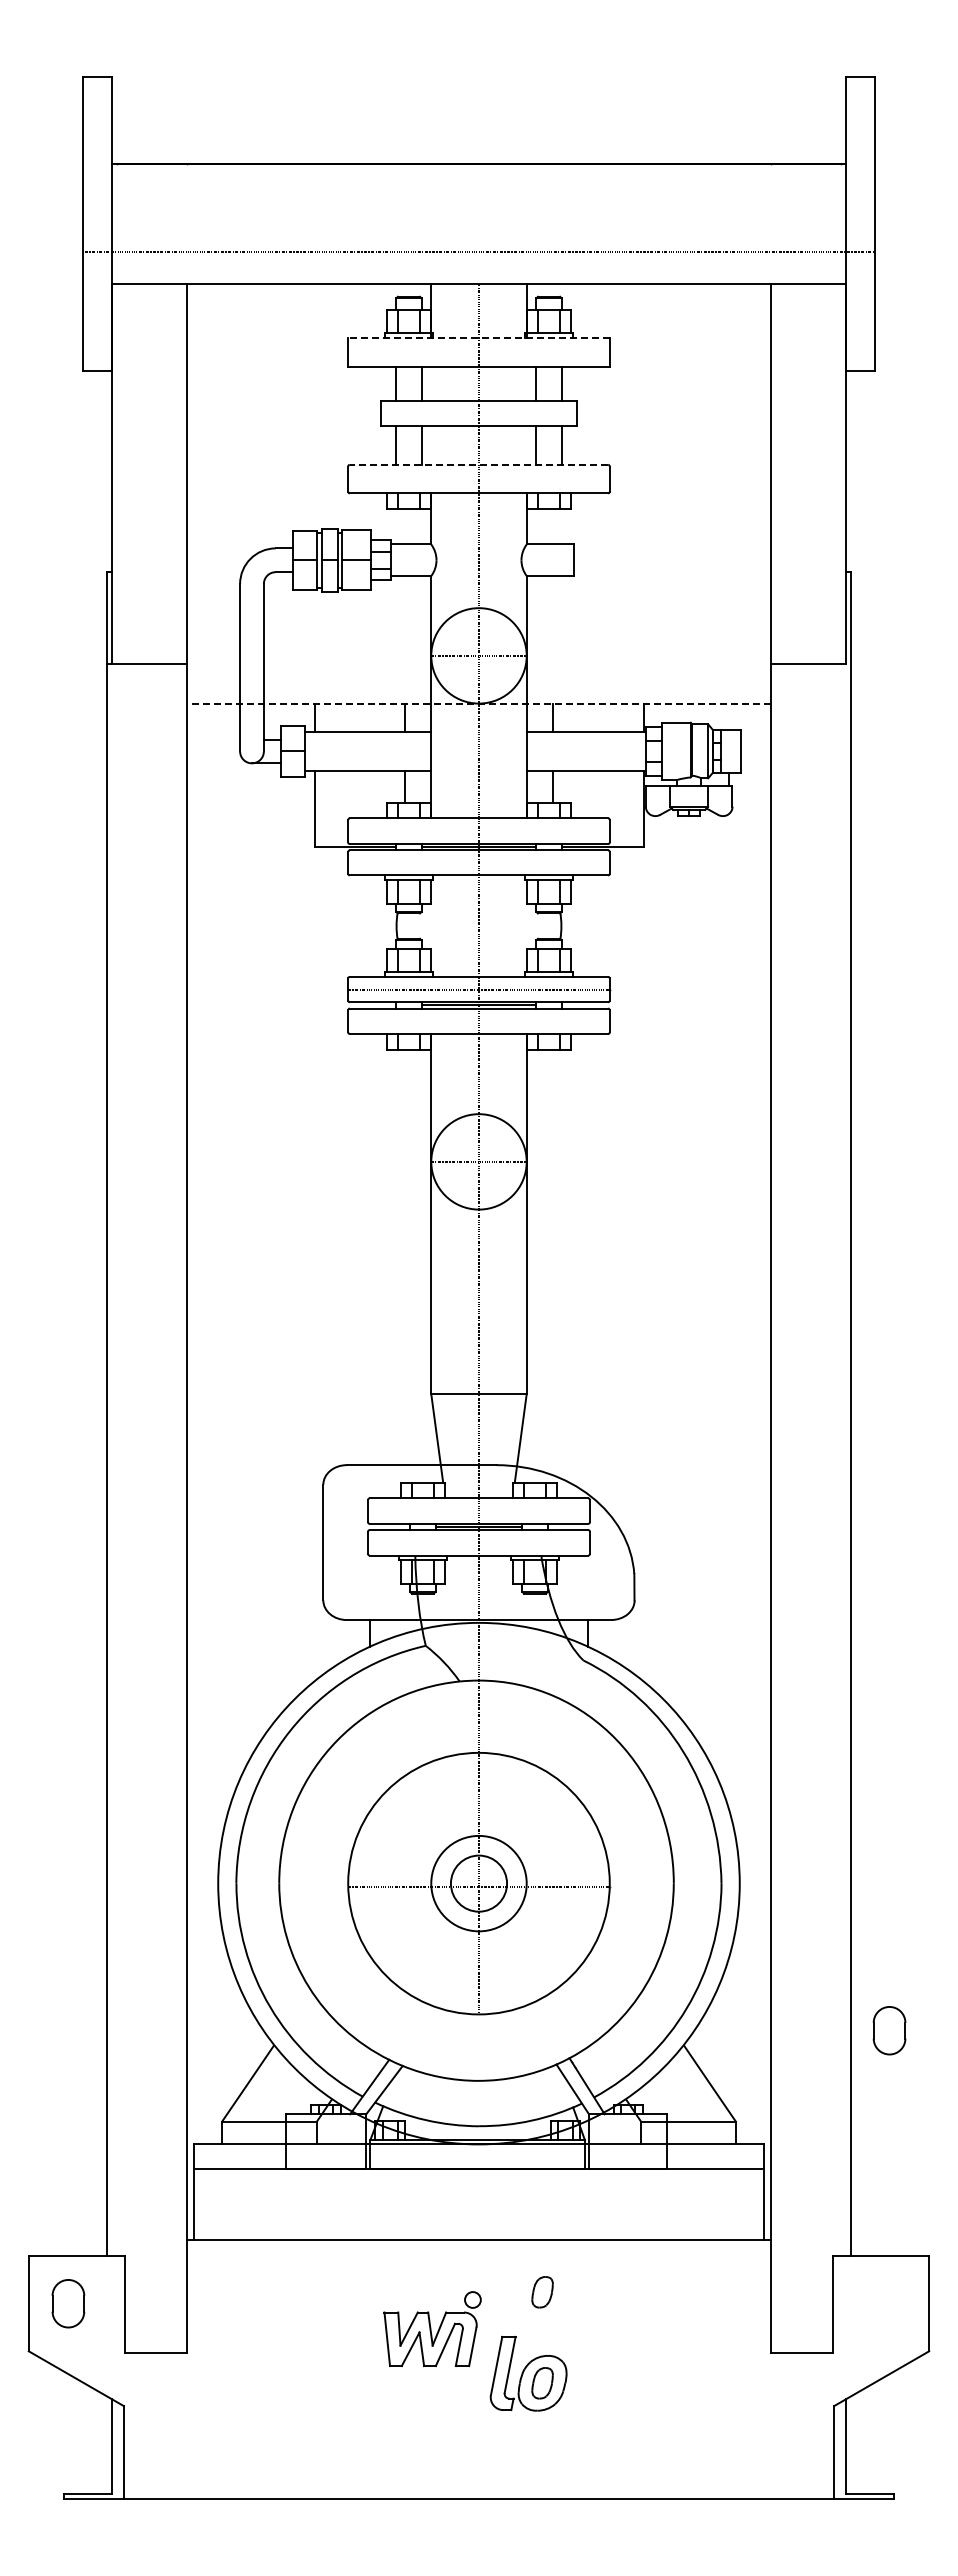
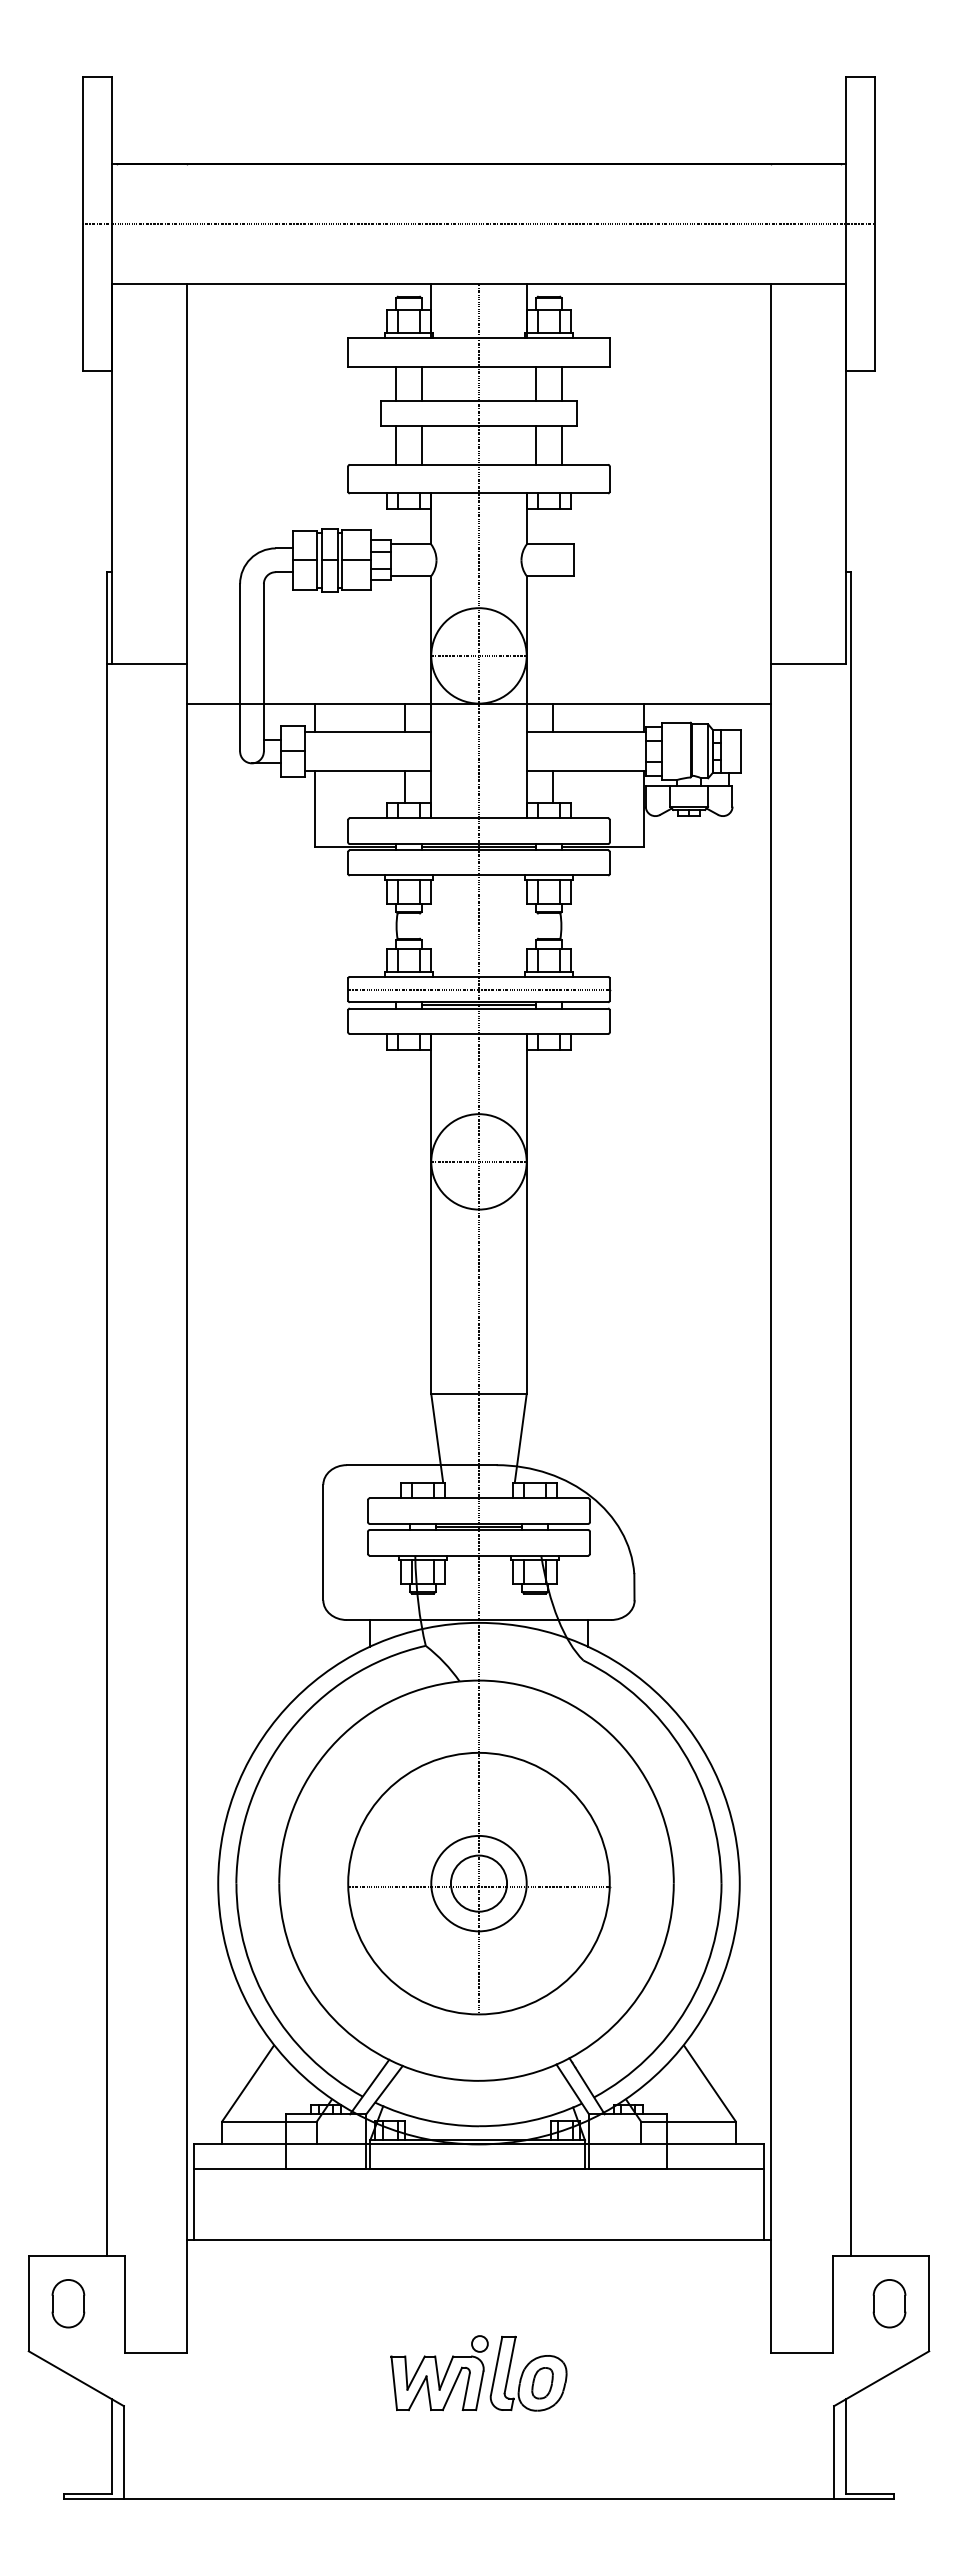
line at (478, 251) position: (478, 251) -> (478, 223)
line at (478, 338): dashed -> solid
line at (478, 464): dashed -> solid
line at (478, 704): dashed -> solid
part at (889, 2030) position: (889, 2030) -> (889, 2303)
part at (542, 2292): present -> none
part at (432, 2329) position: (432, 2329) -> (439, 2373)
